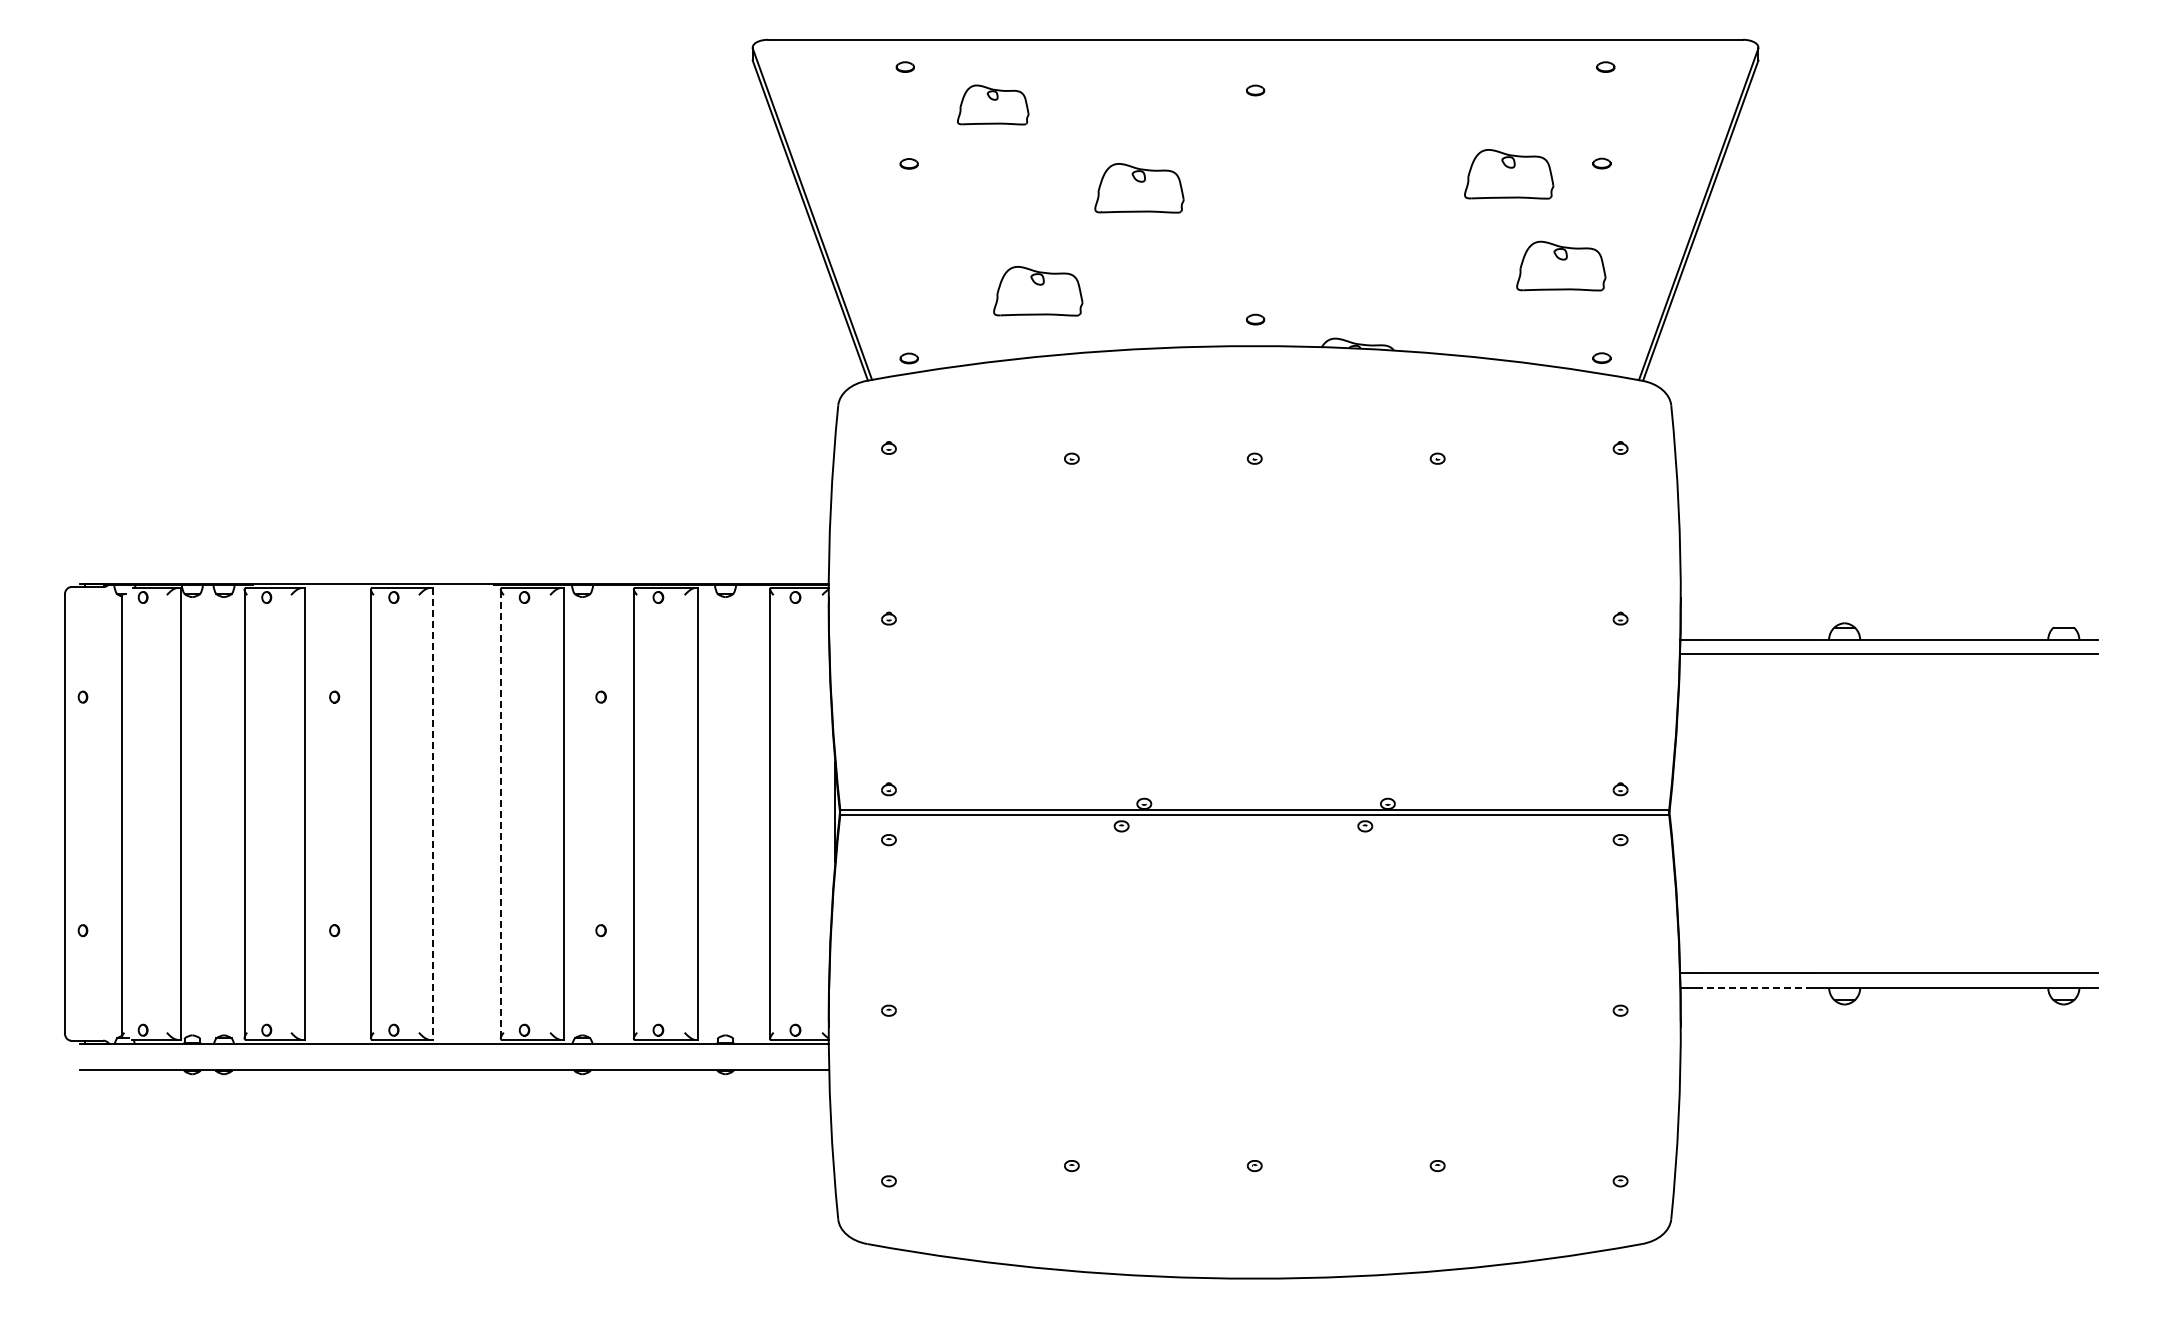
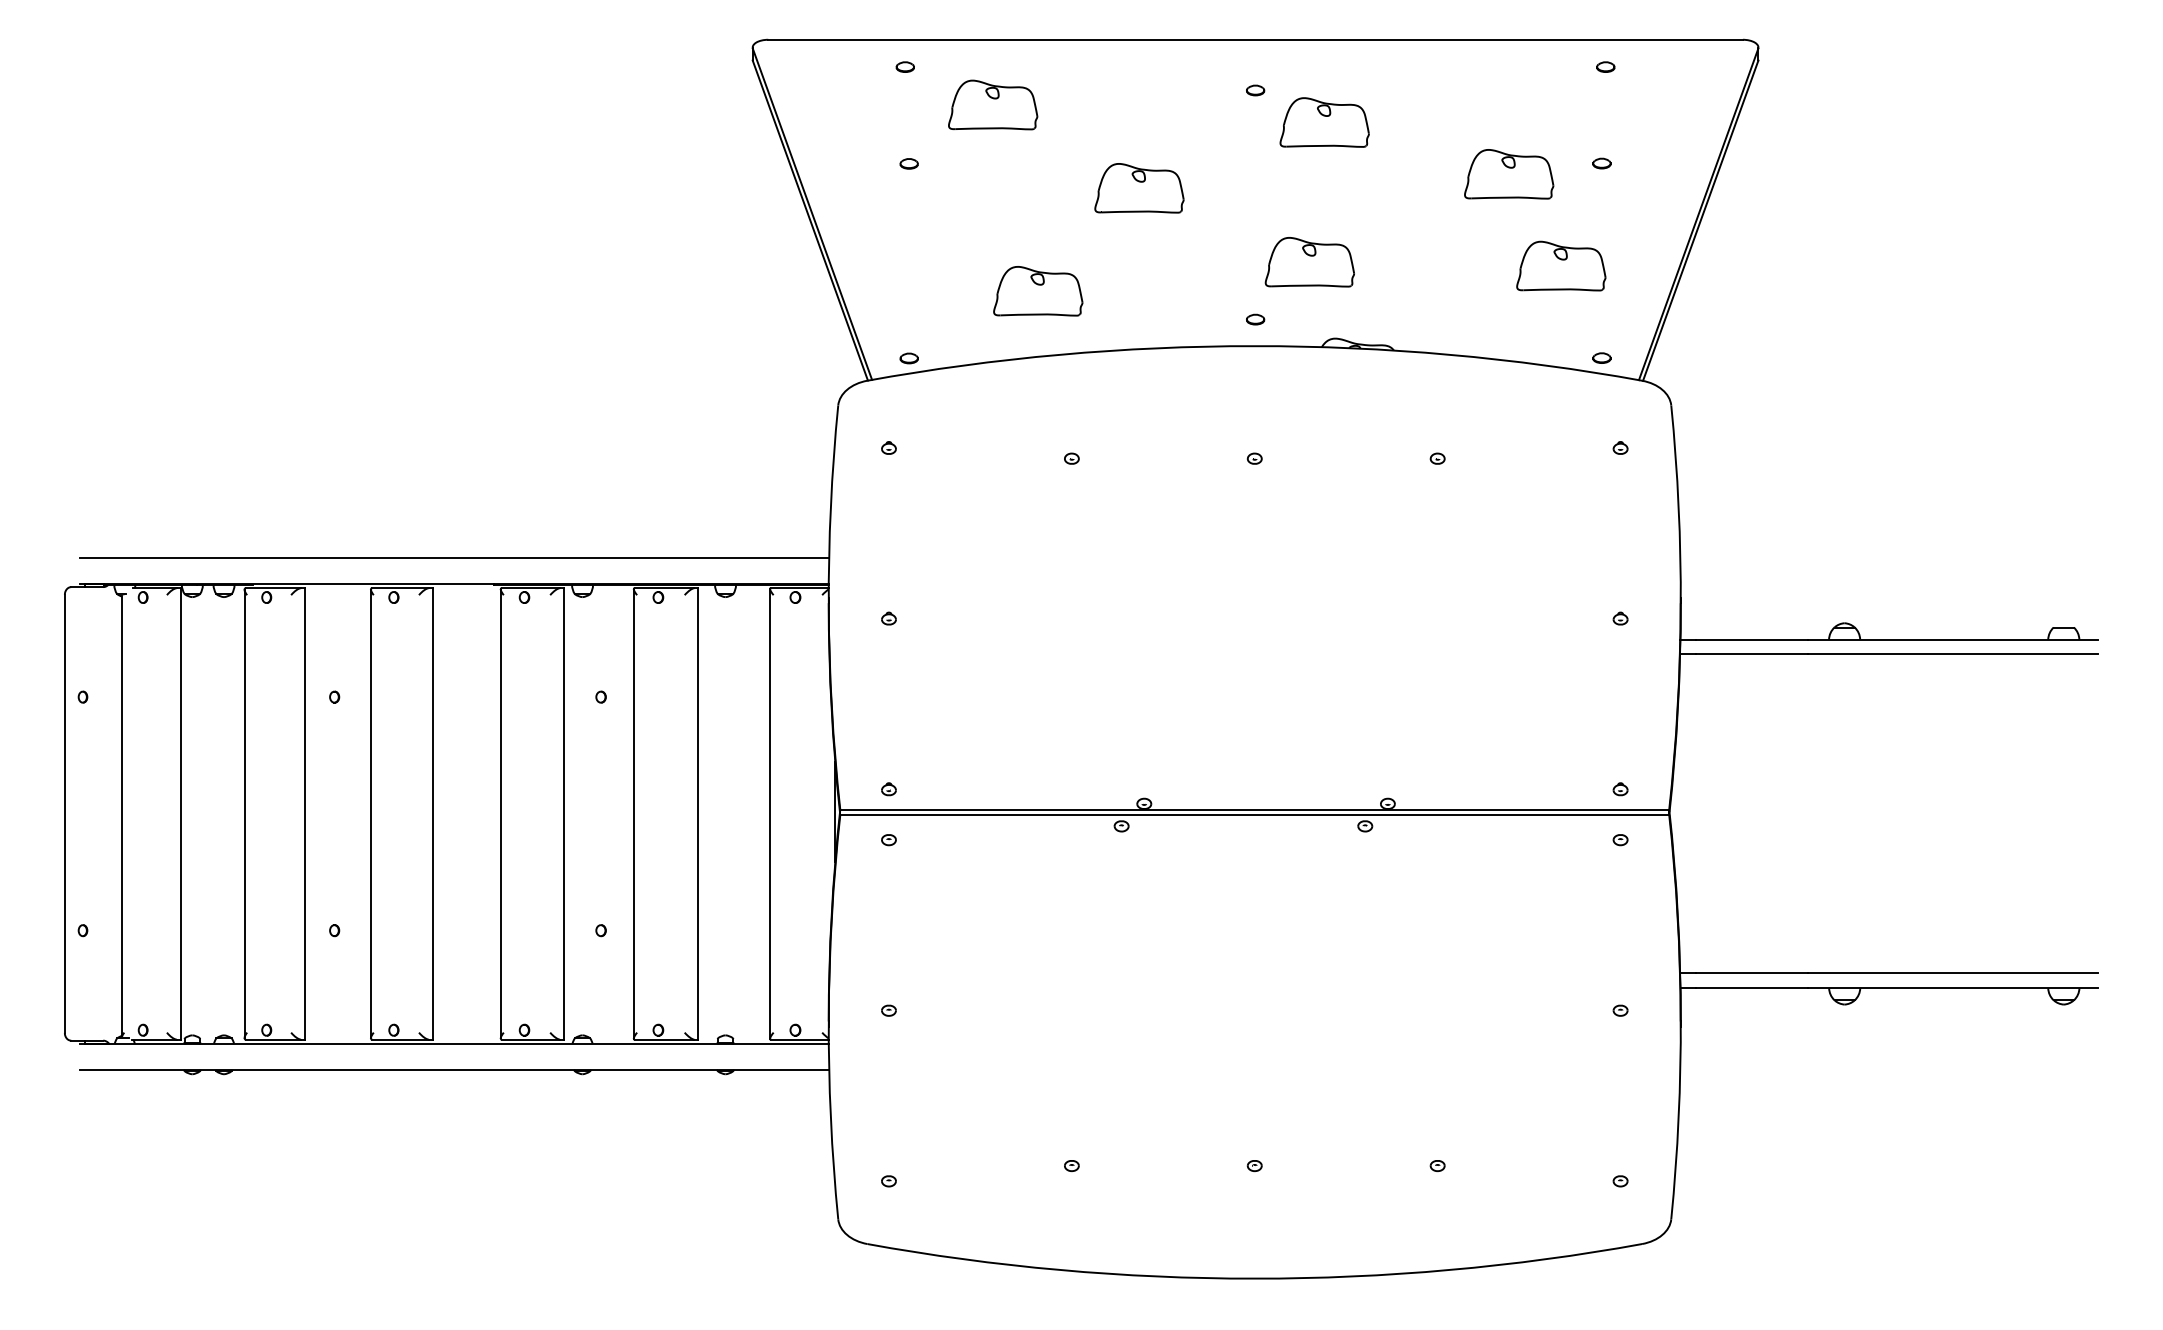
part at (993, 104) size: 73x42 px -> 91x52 px
part at (1324, 122): none -> present
part at (1309, 262): none -> present
line at (454, 557): none -> present
line at (432, 813): dashed -> solid
line at (500, 813): dashed -> solid
line at (1752, 988): dashed -> solid
